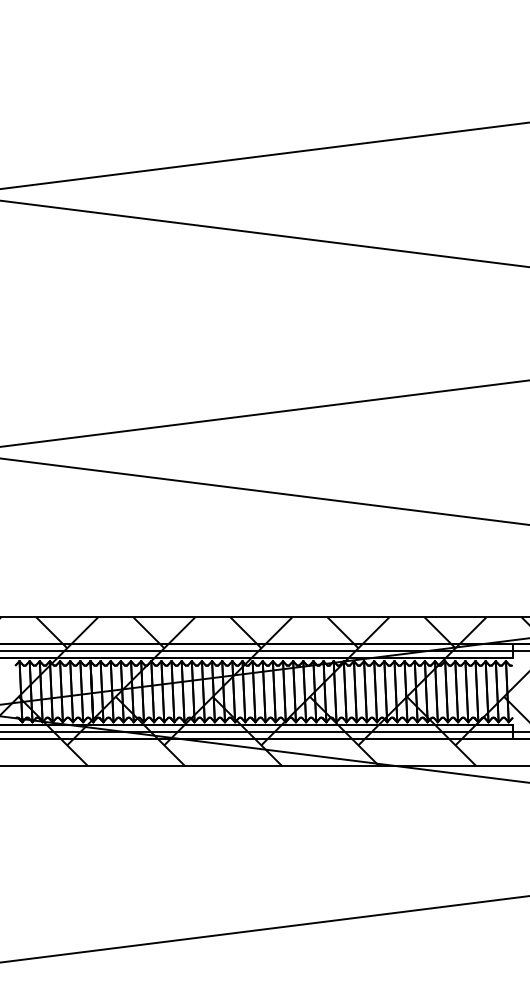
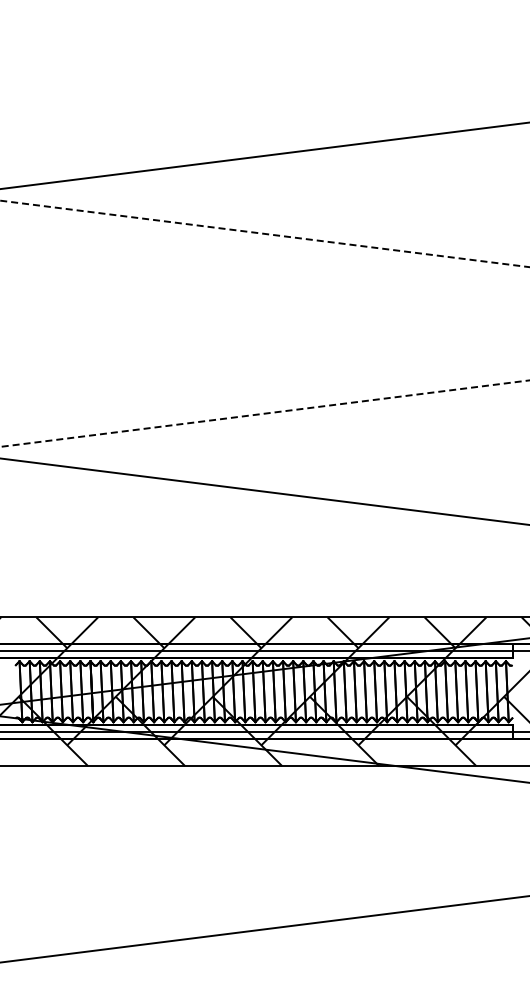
line at (0, 200): solid -> dashed
